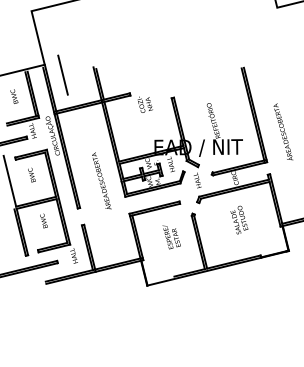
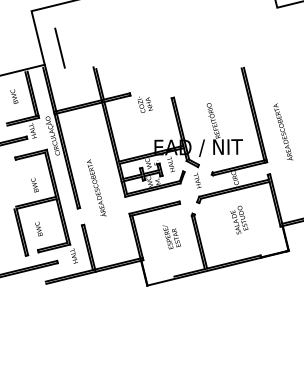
line at (62, 74) position: (62, 74) -> (59, 47)
text at (31, 174) position: (31, 174) -> (34, 184)
line at (9, 180): present -> none
text at (101, 180) position: (101, 180) -> (96, 187)
text at (43, 220) position: (43, 220) -> (38, 228)
